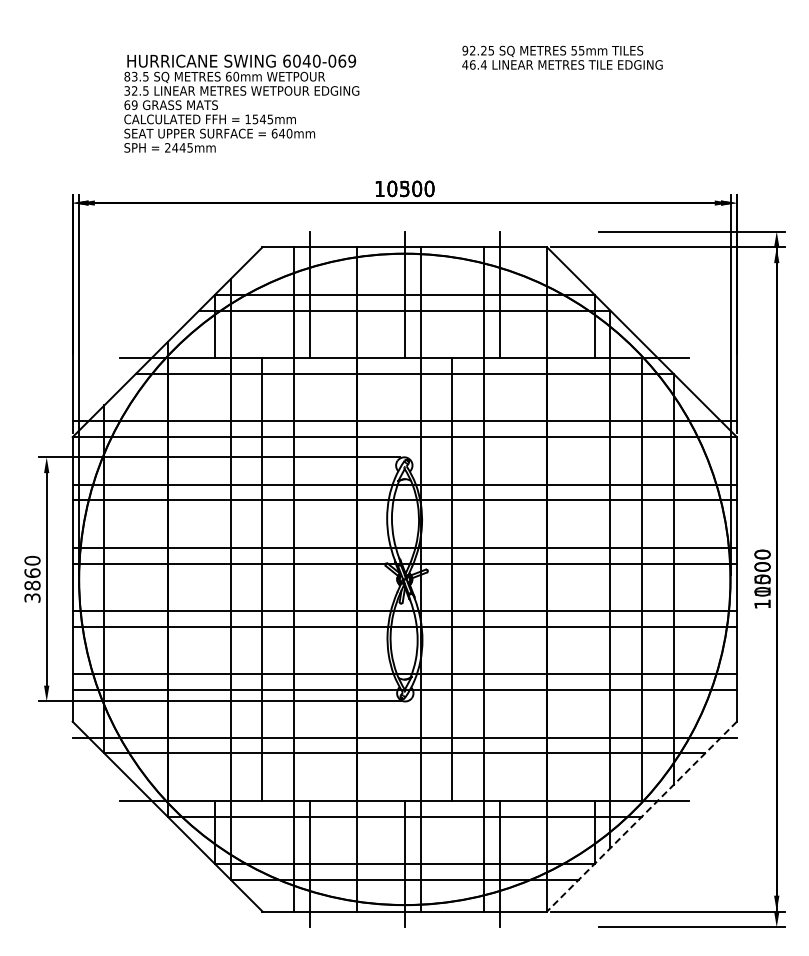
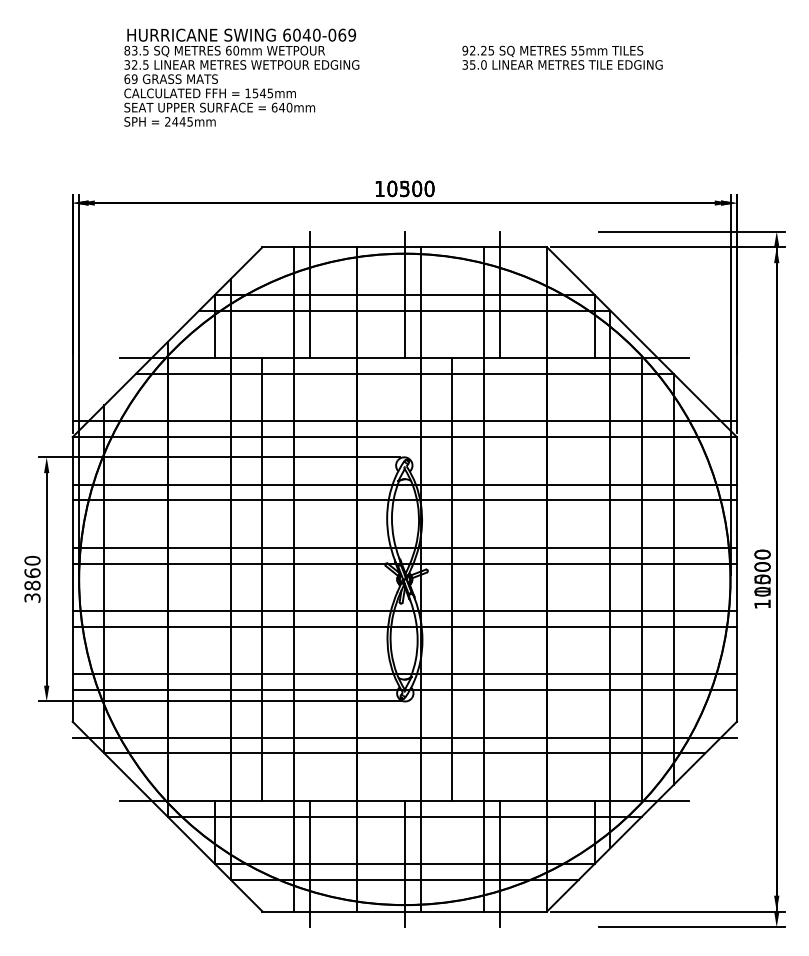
text at (474, 64): 46.4 -> 35.0
text at (241, 103) position: (241, 103) -> (241, 77)
line at (641, 816): dashed -> solid
